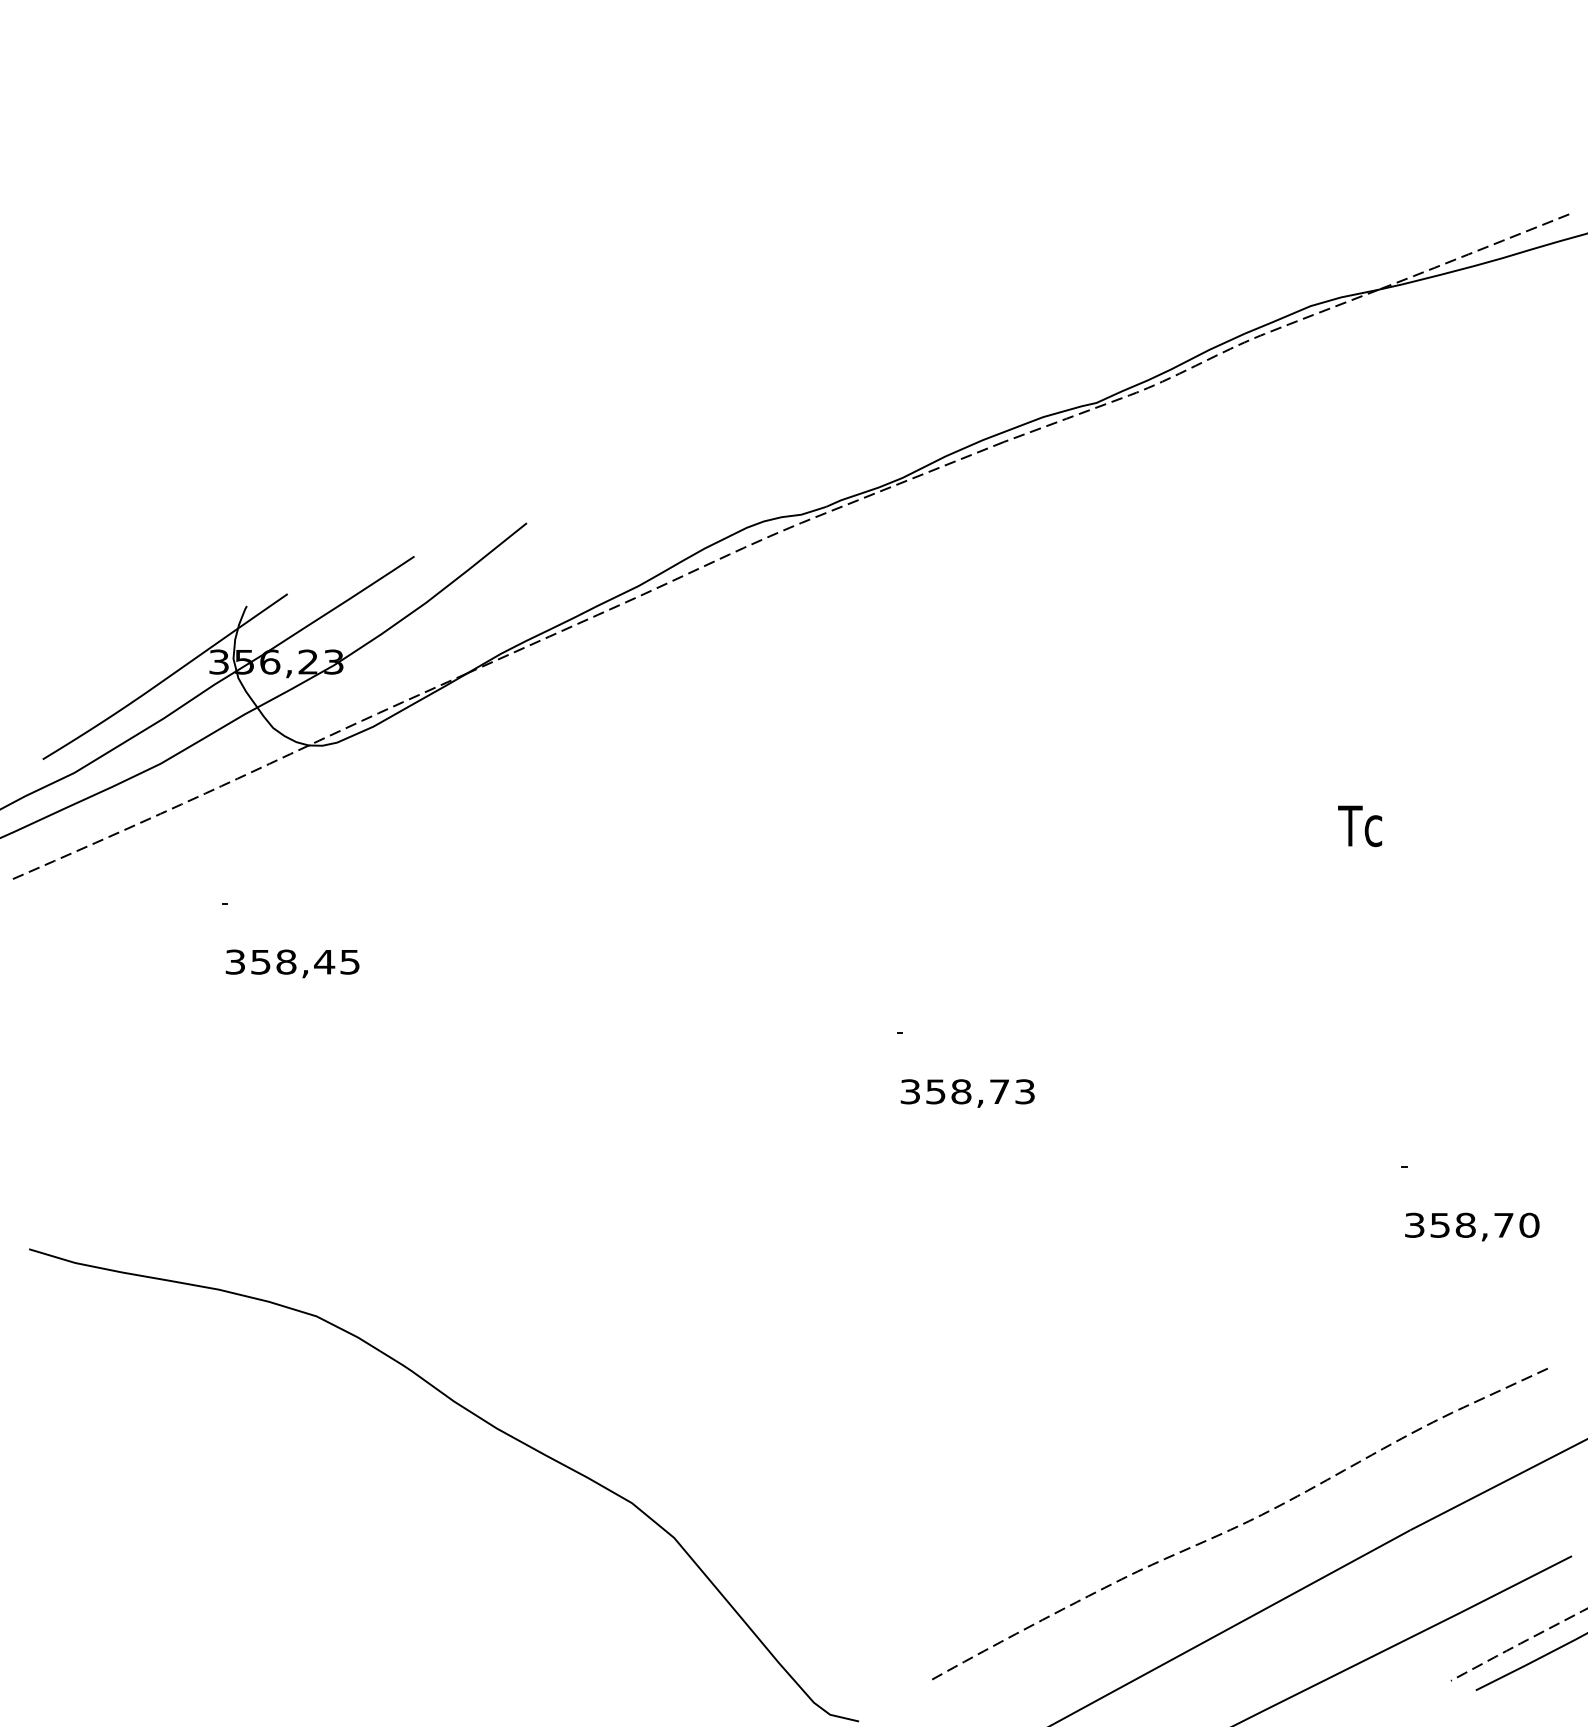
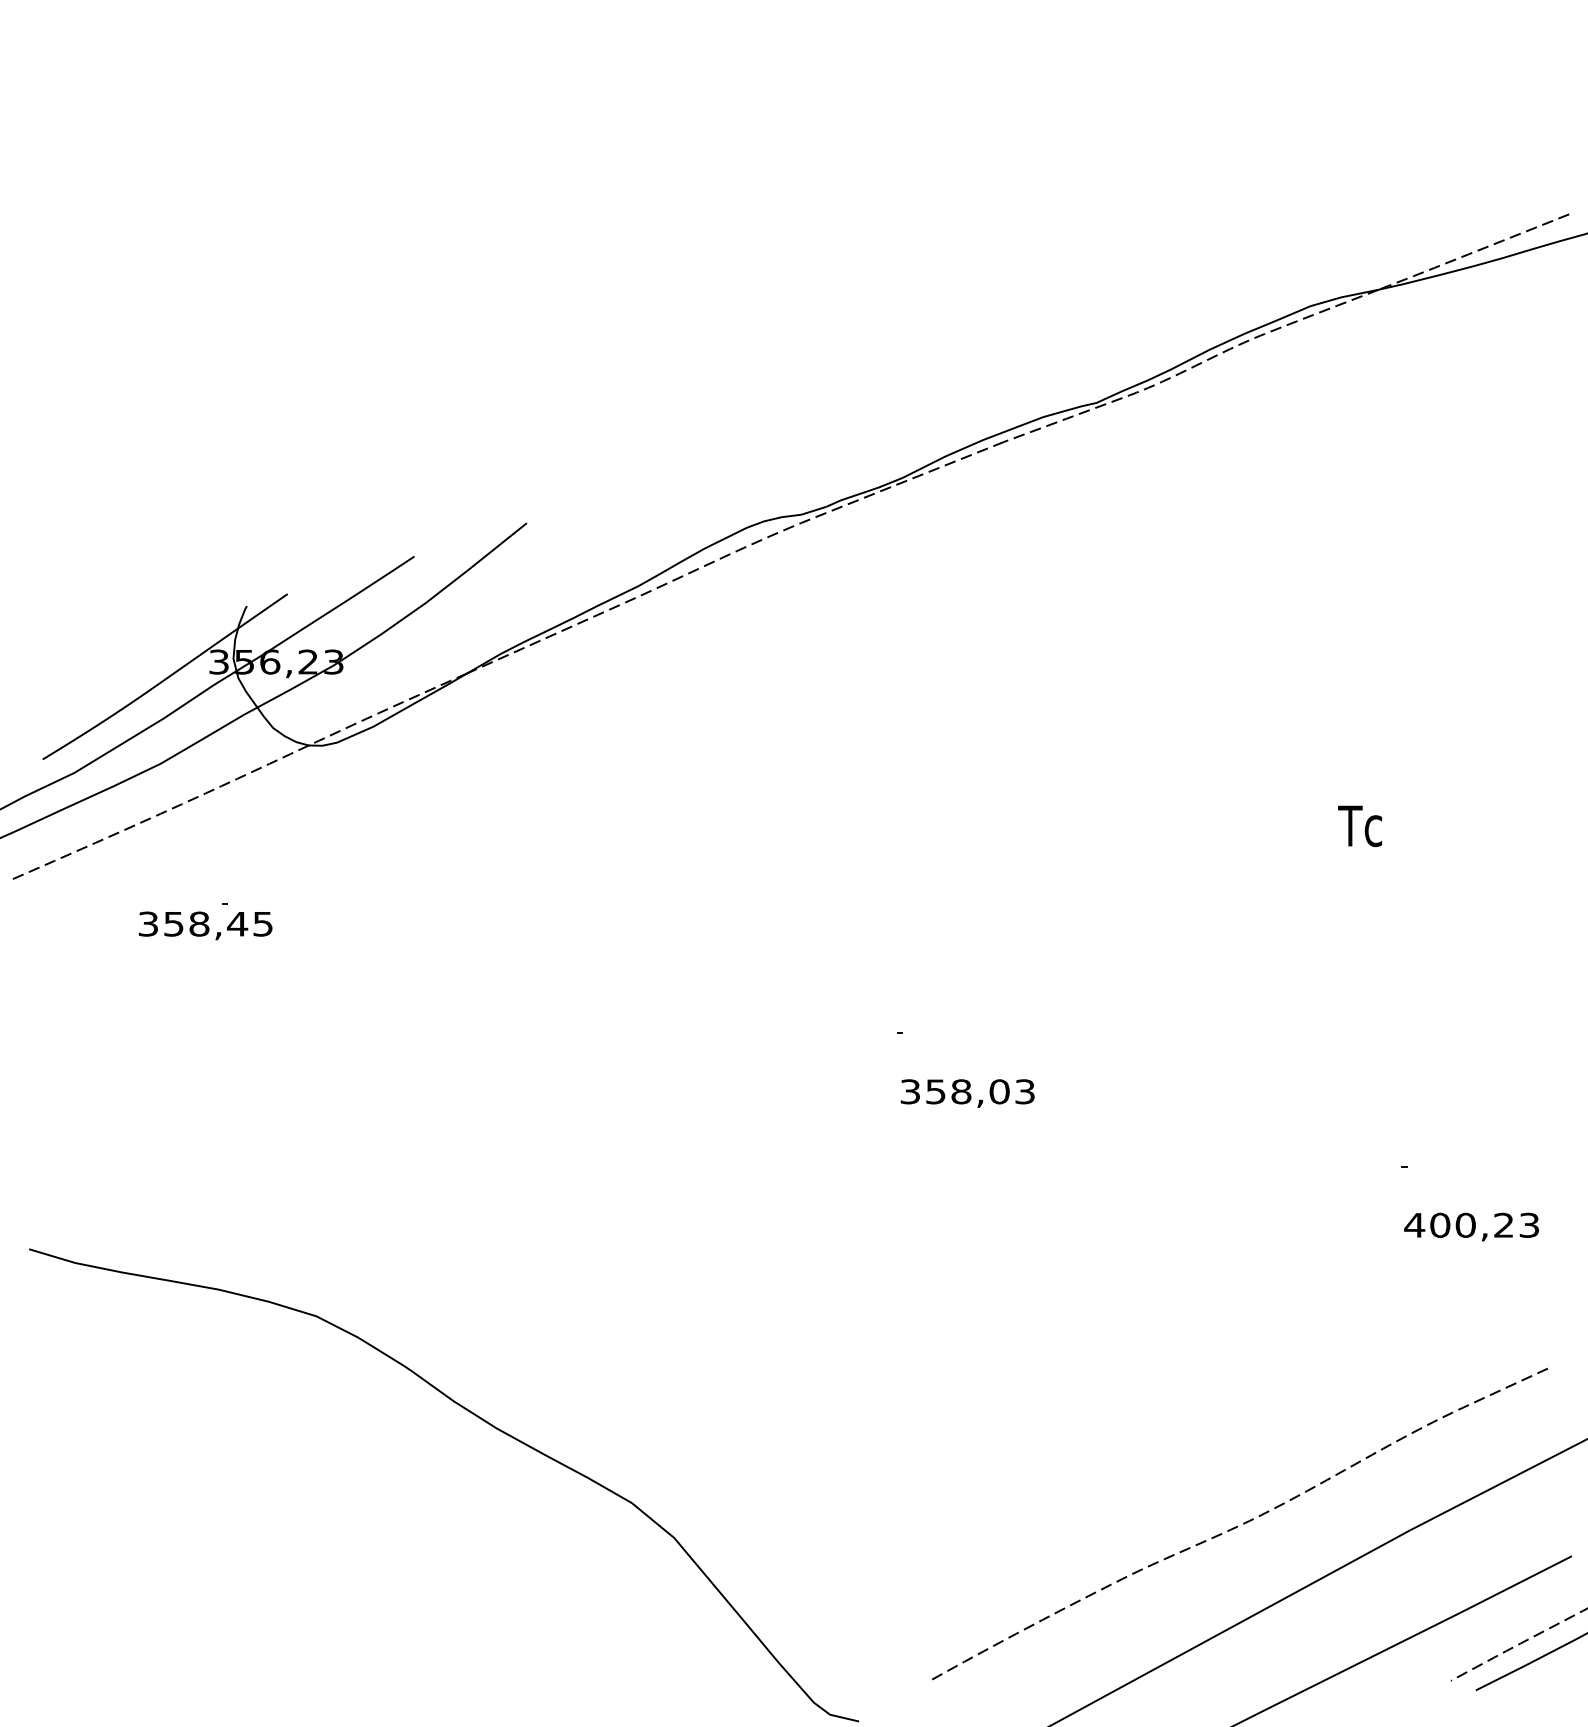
text at (292, 963) position: (292, 963) -> (205, 925)
text at (999, 1091): 358,73 -> 358,03
text at (1471, 1224): 358,70 -> 400,23
